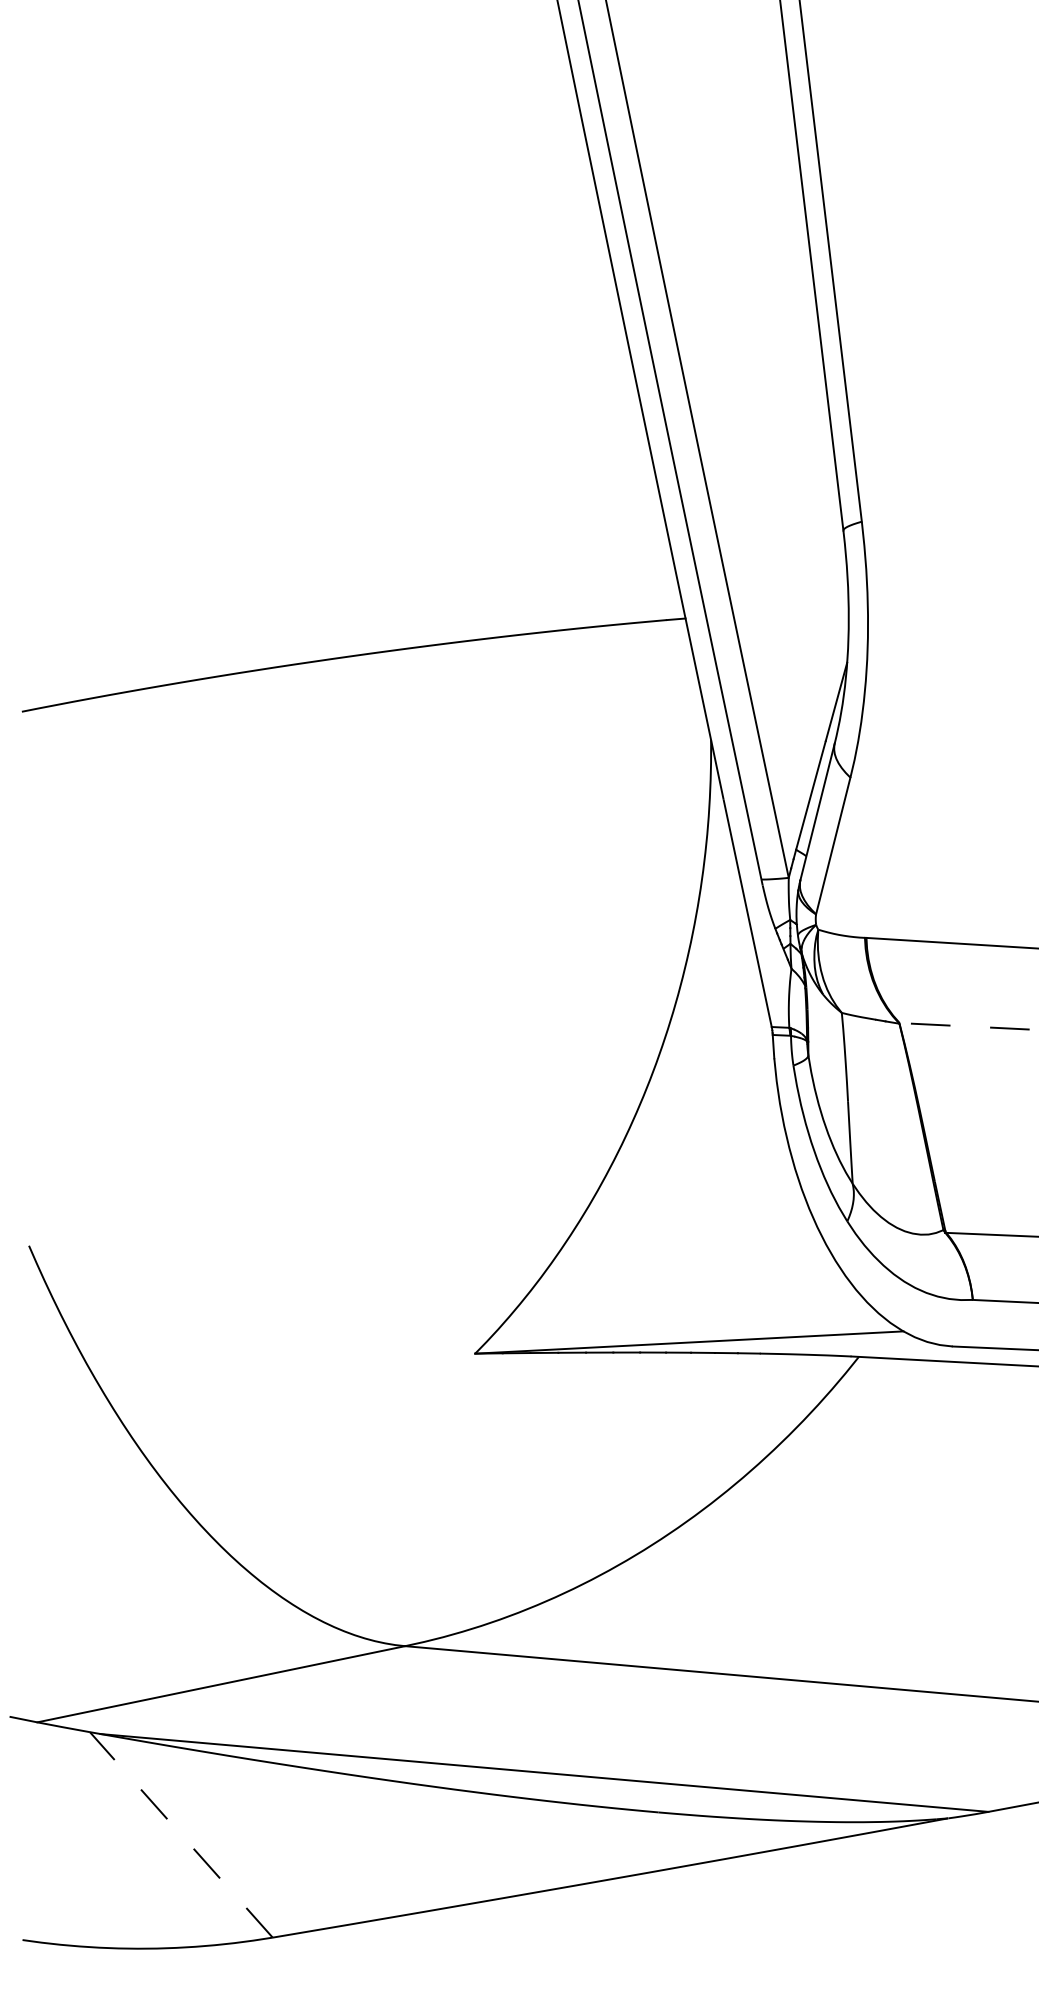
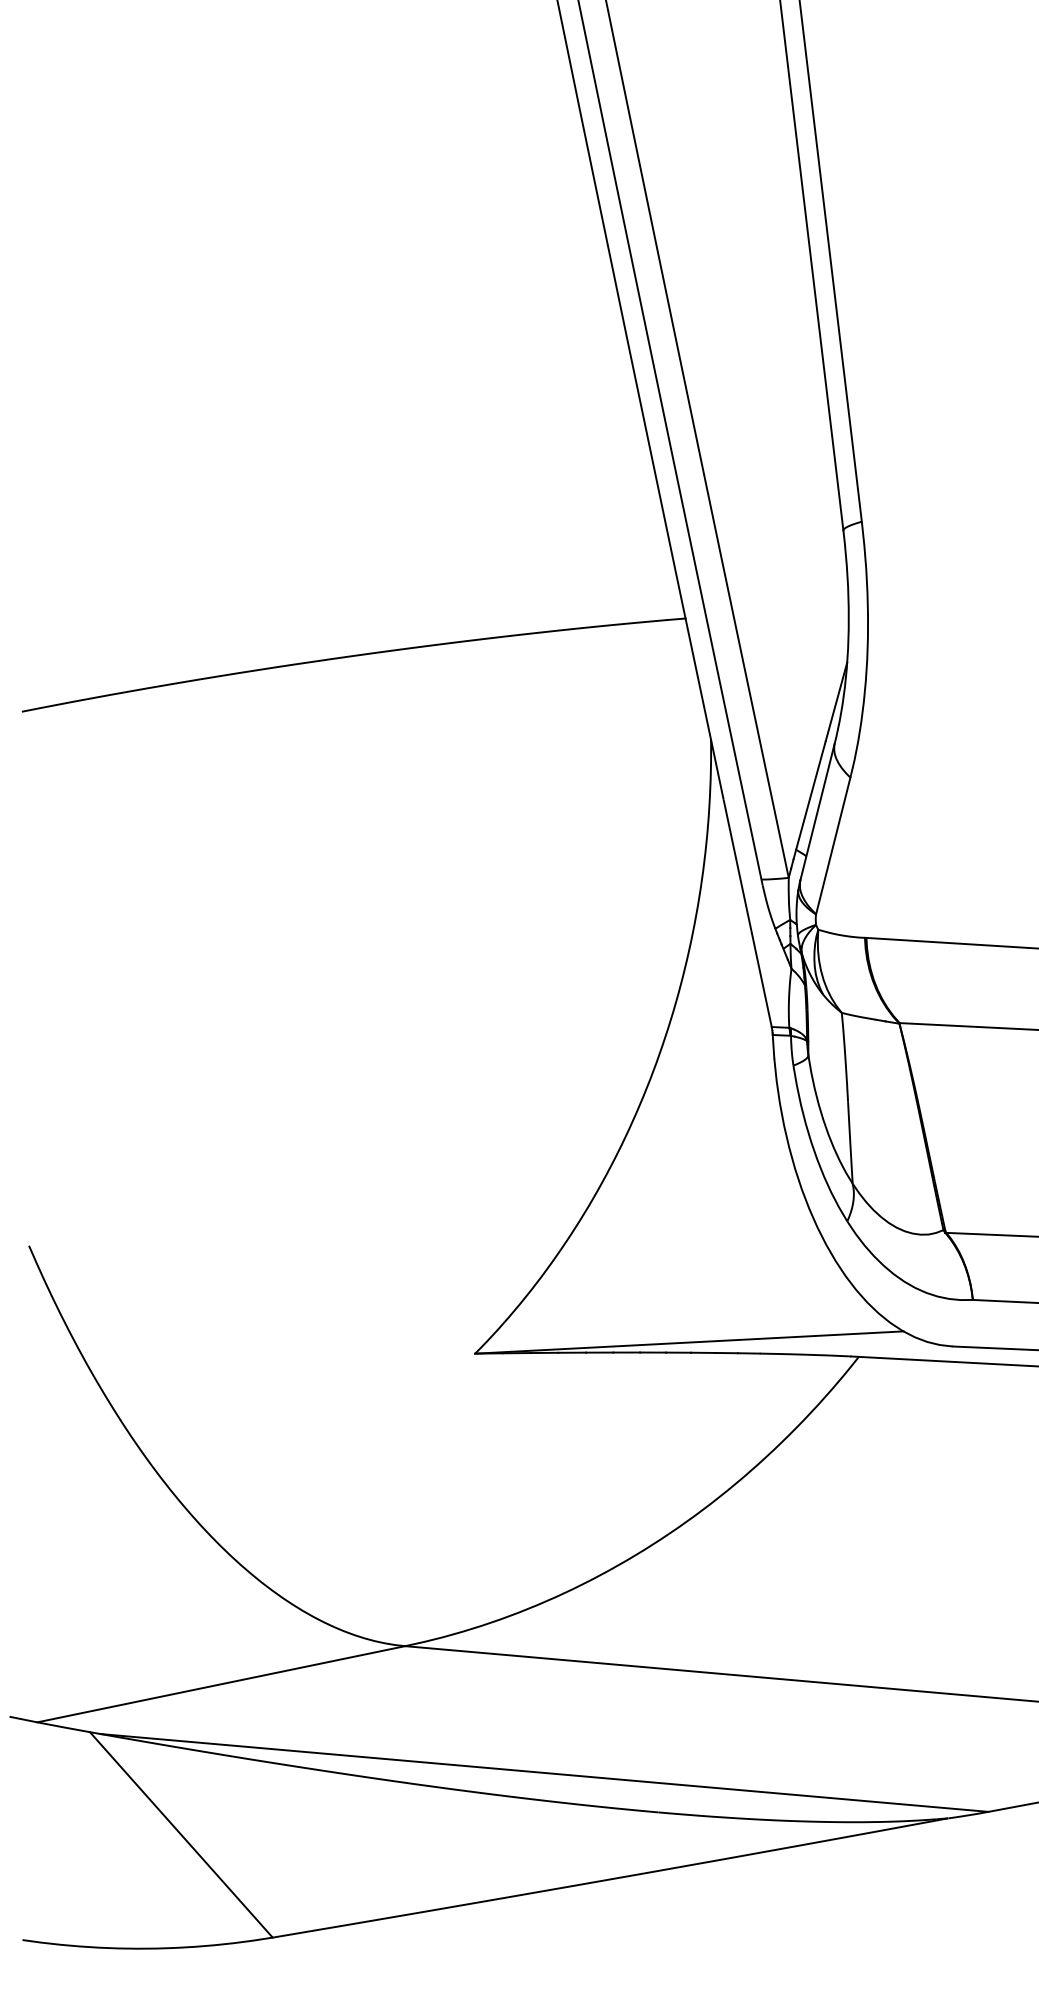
line at (968, 1026): dashed -> solid
line at (181, 1834): dashed -> solid
